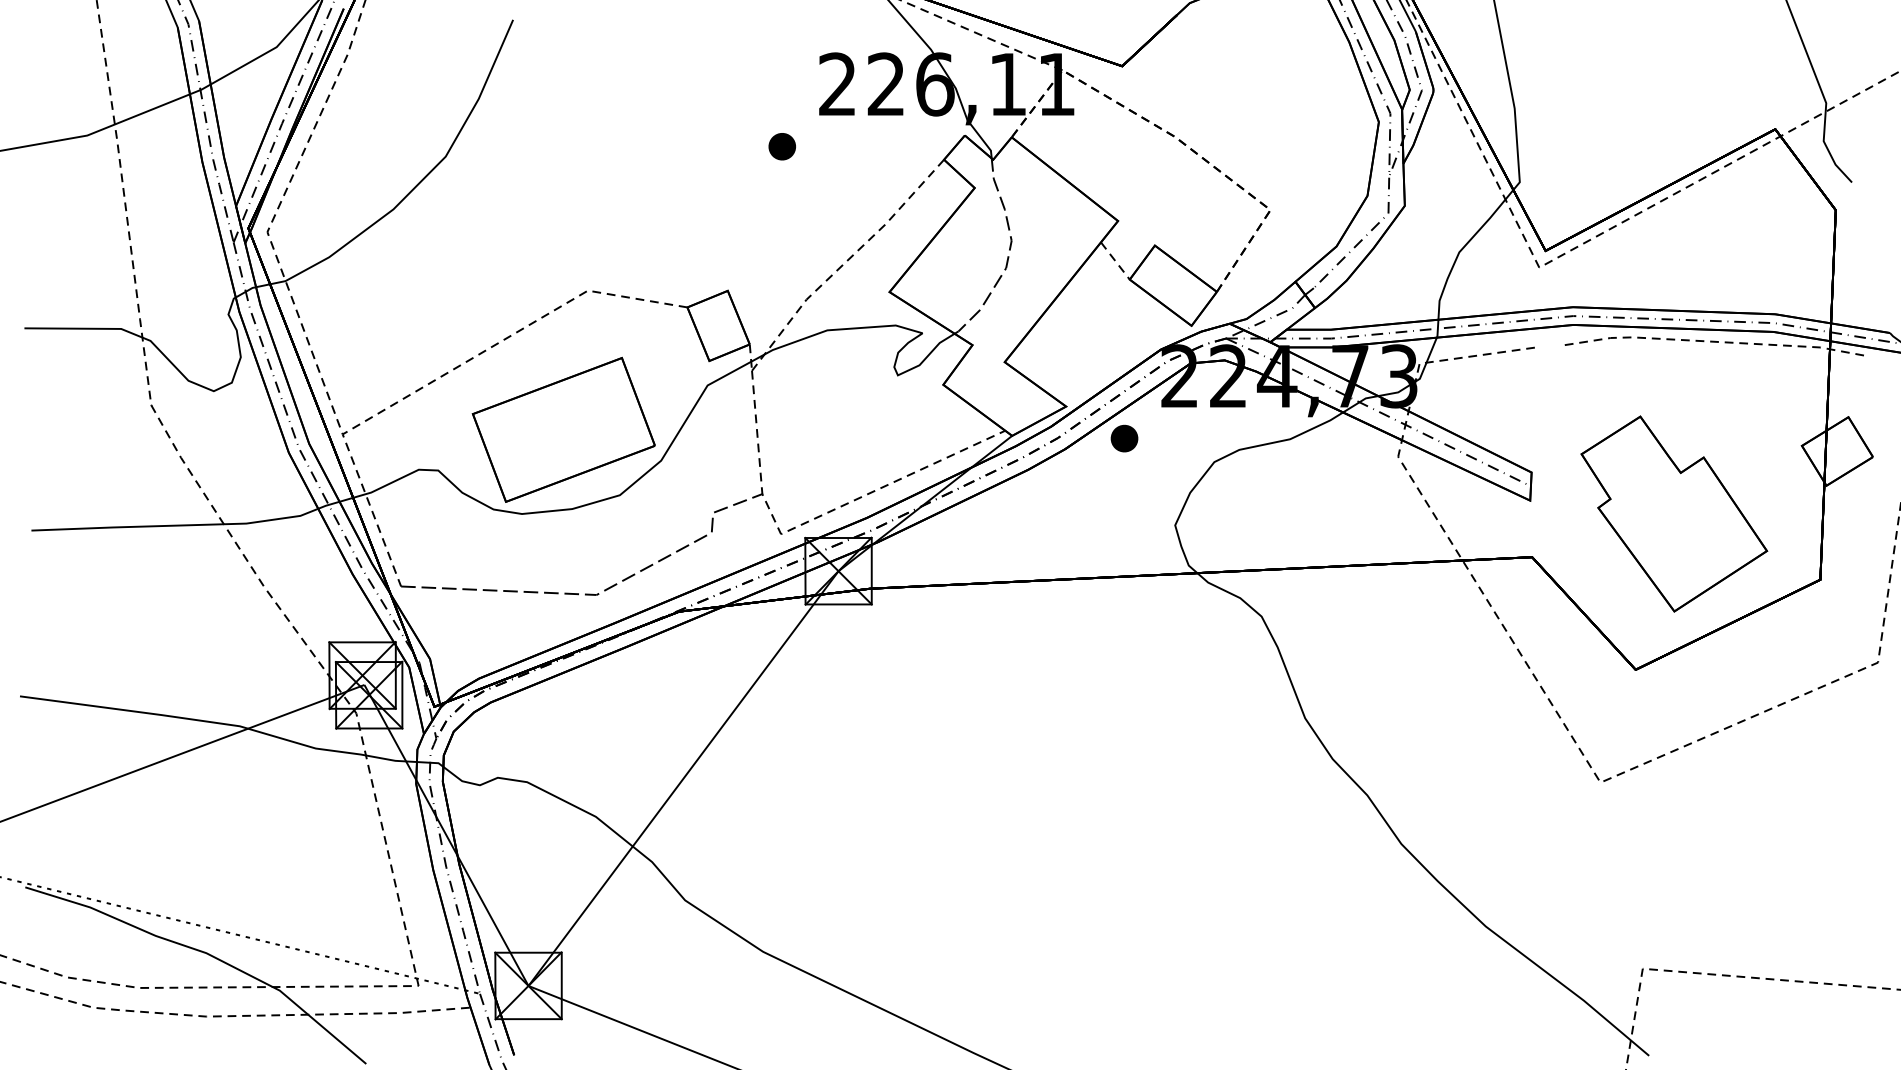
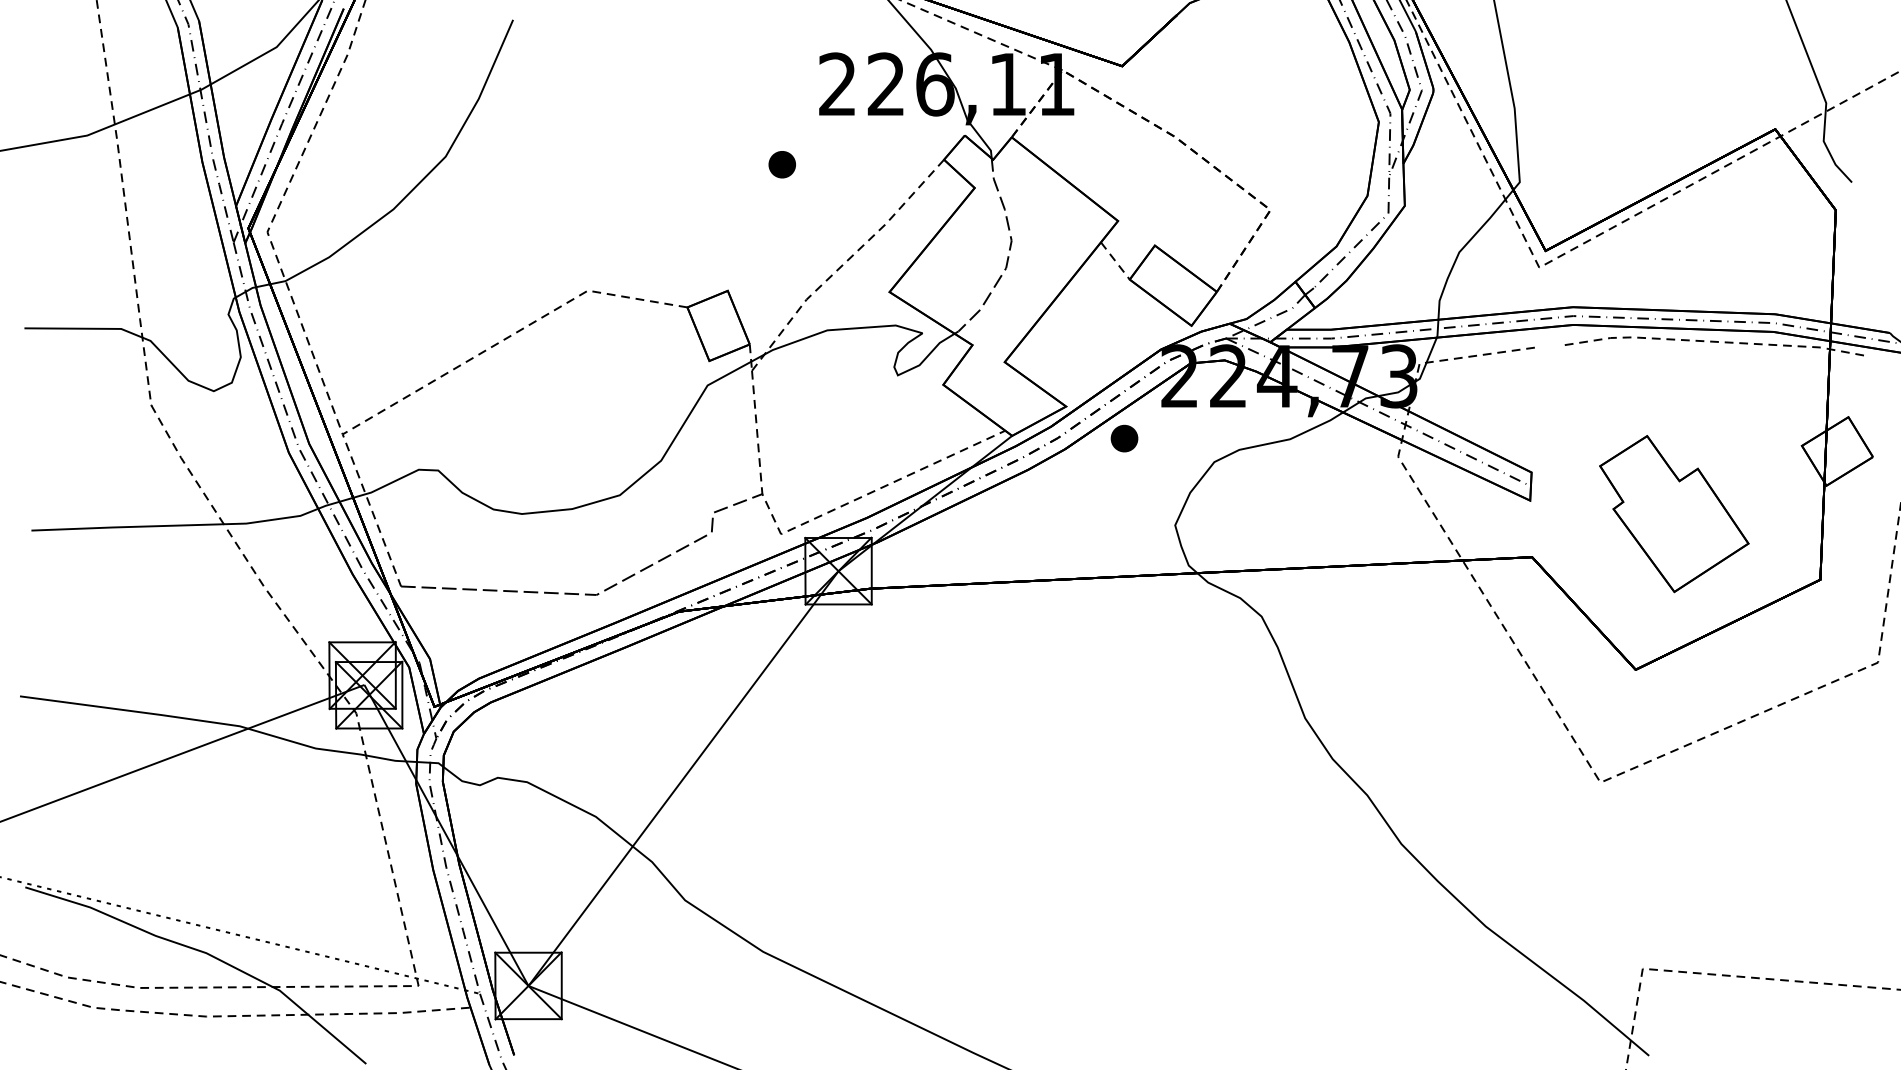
part at (781, 146) position: (781, 146) -> (781, 164)
part at (563, 429): present -> none
part at (1674, 513) size: 189x198 px -> 151x159 px
